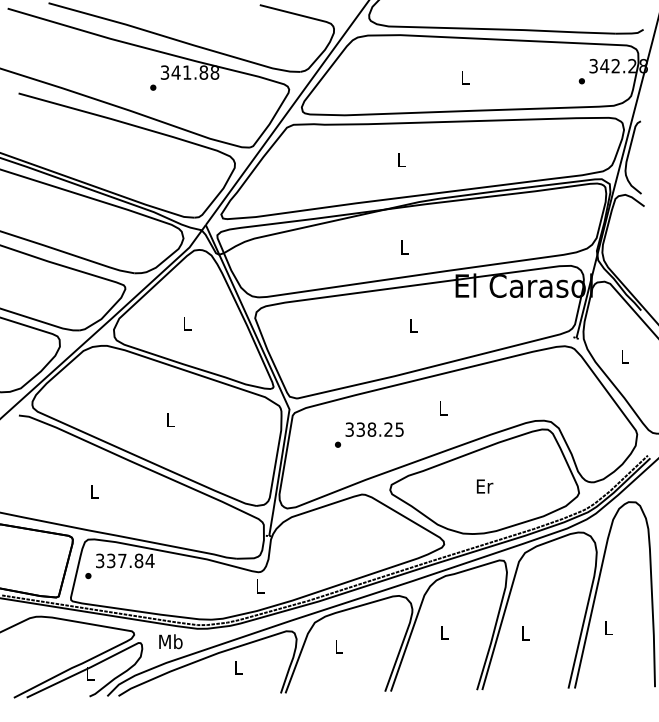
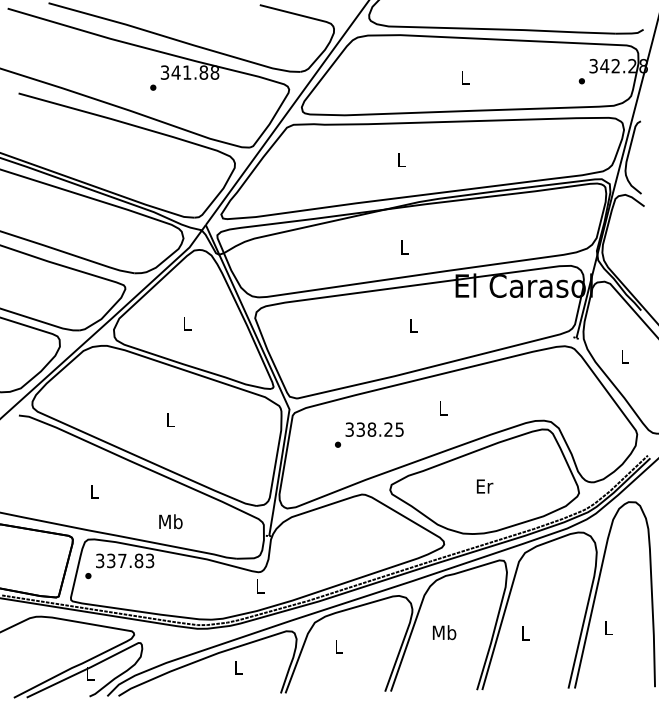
text at (149, 560): 337.84 -> 337.83
text at (444, 632): L -> Mb
text at (170, 641) position: (170, 641) -> (170, 521)
